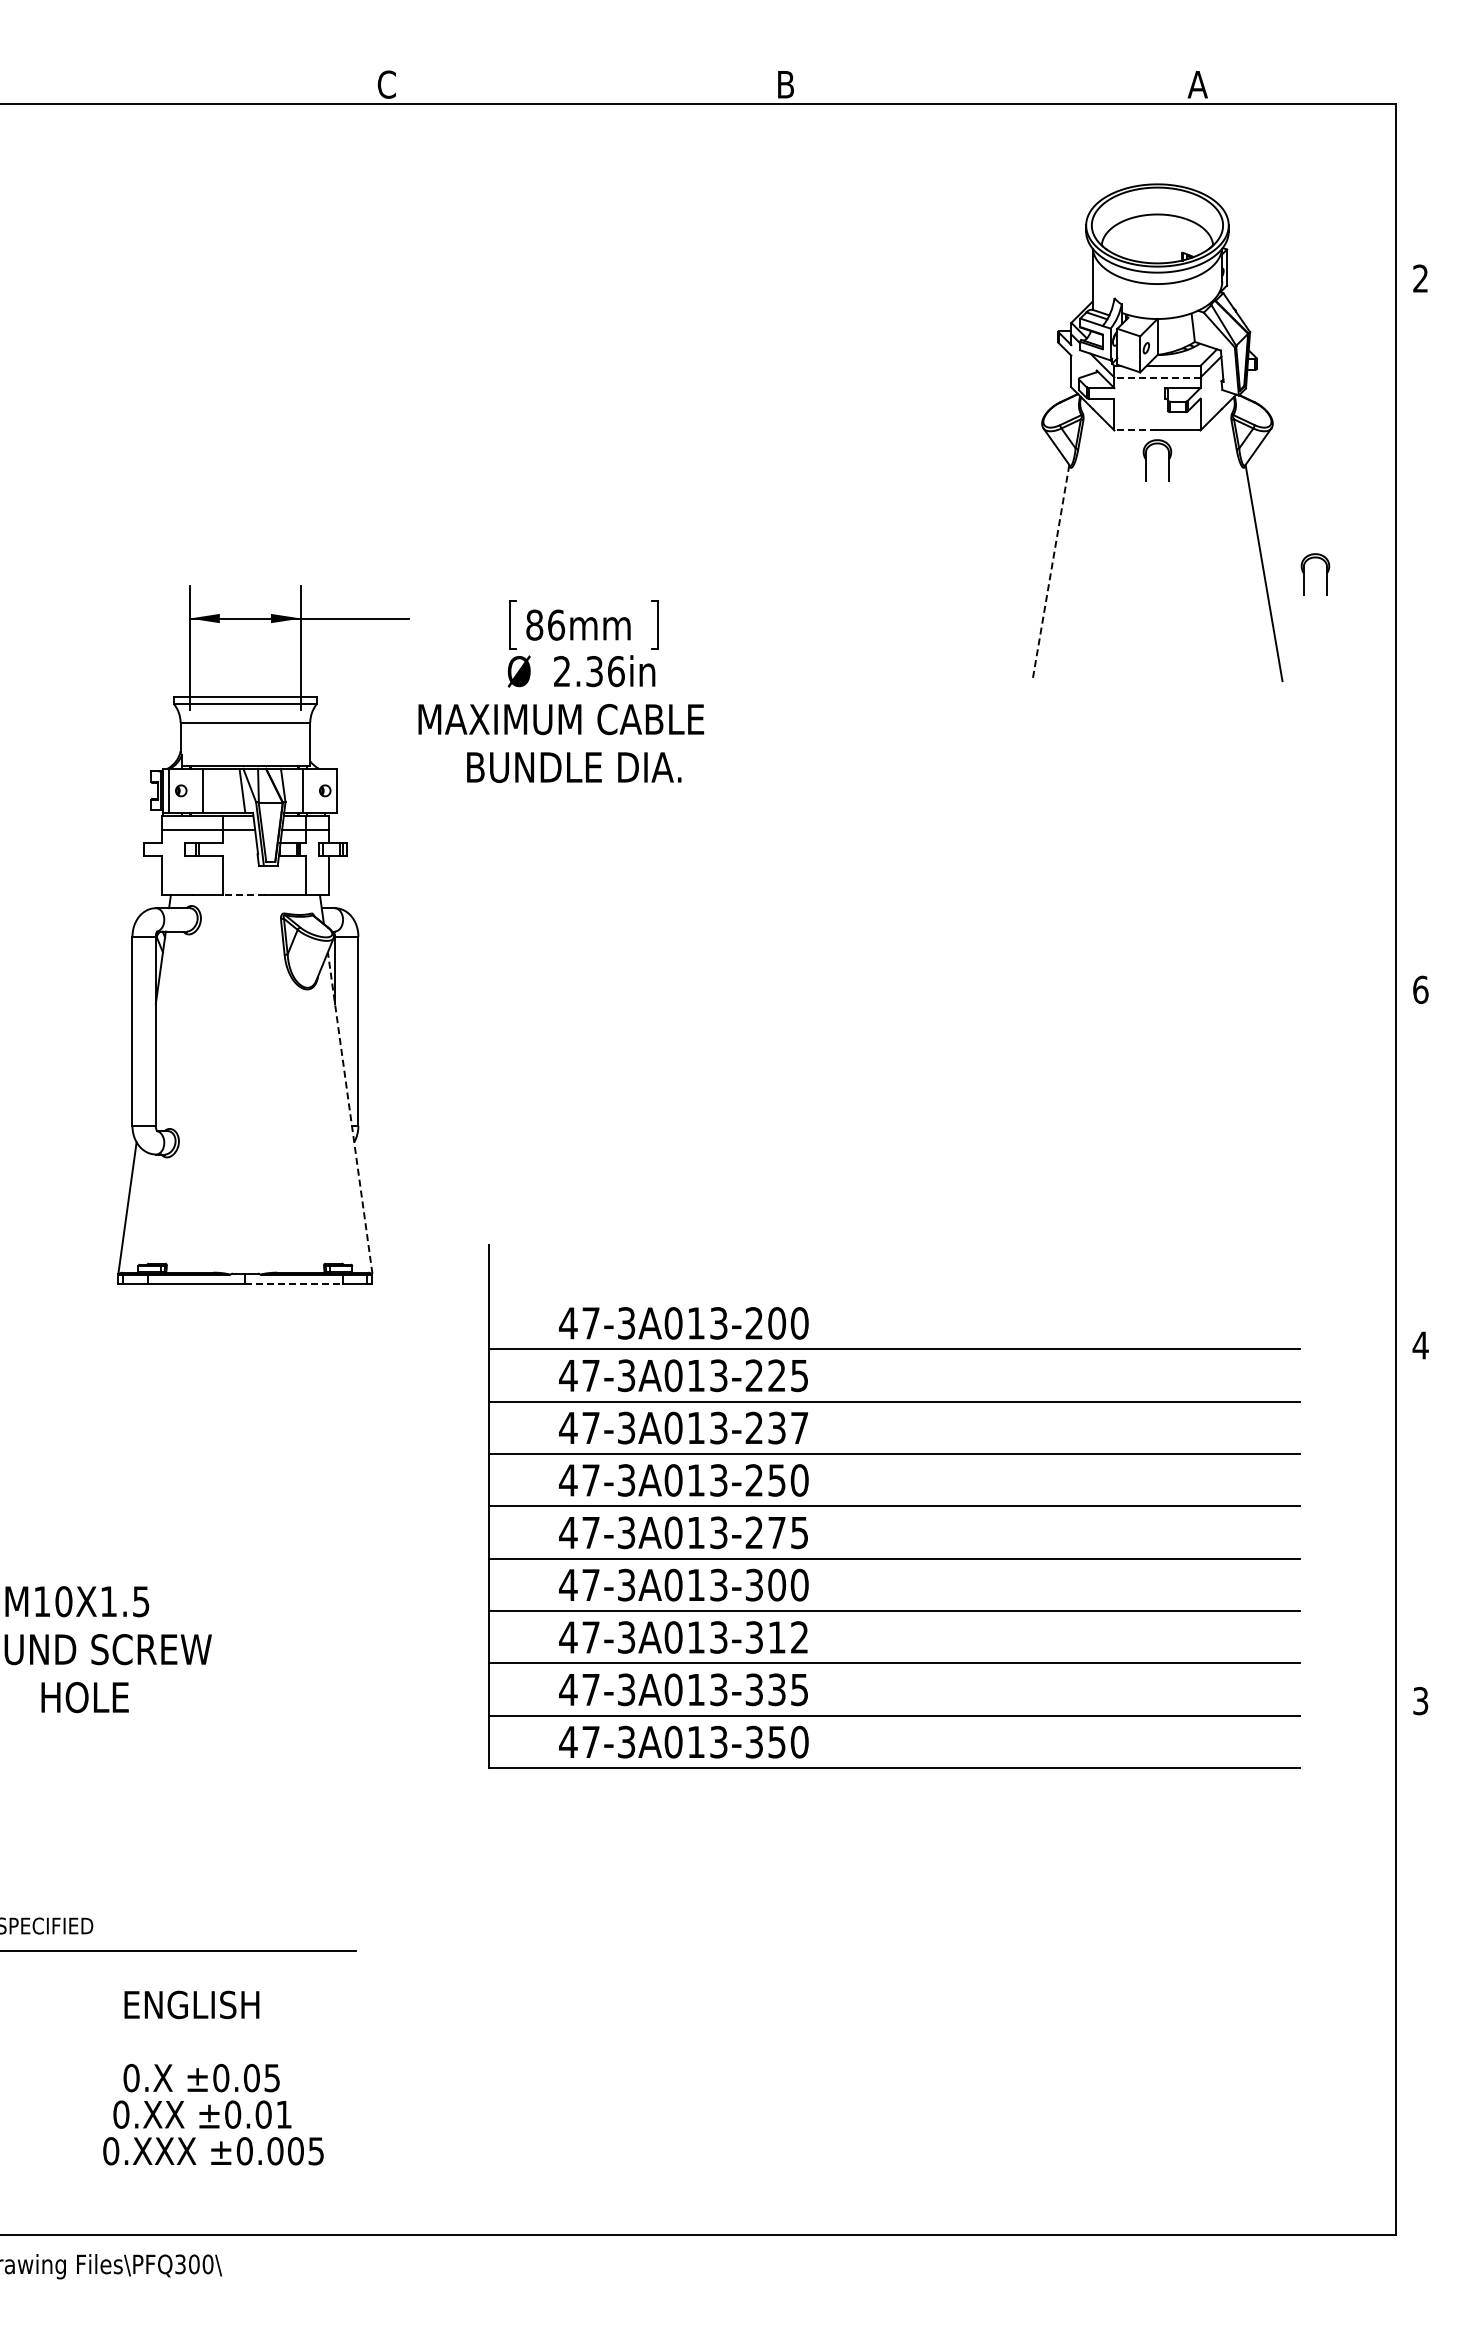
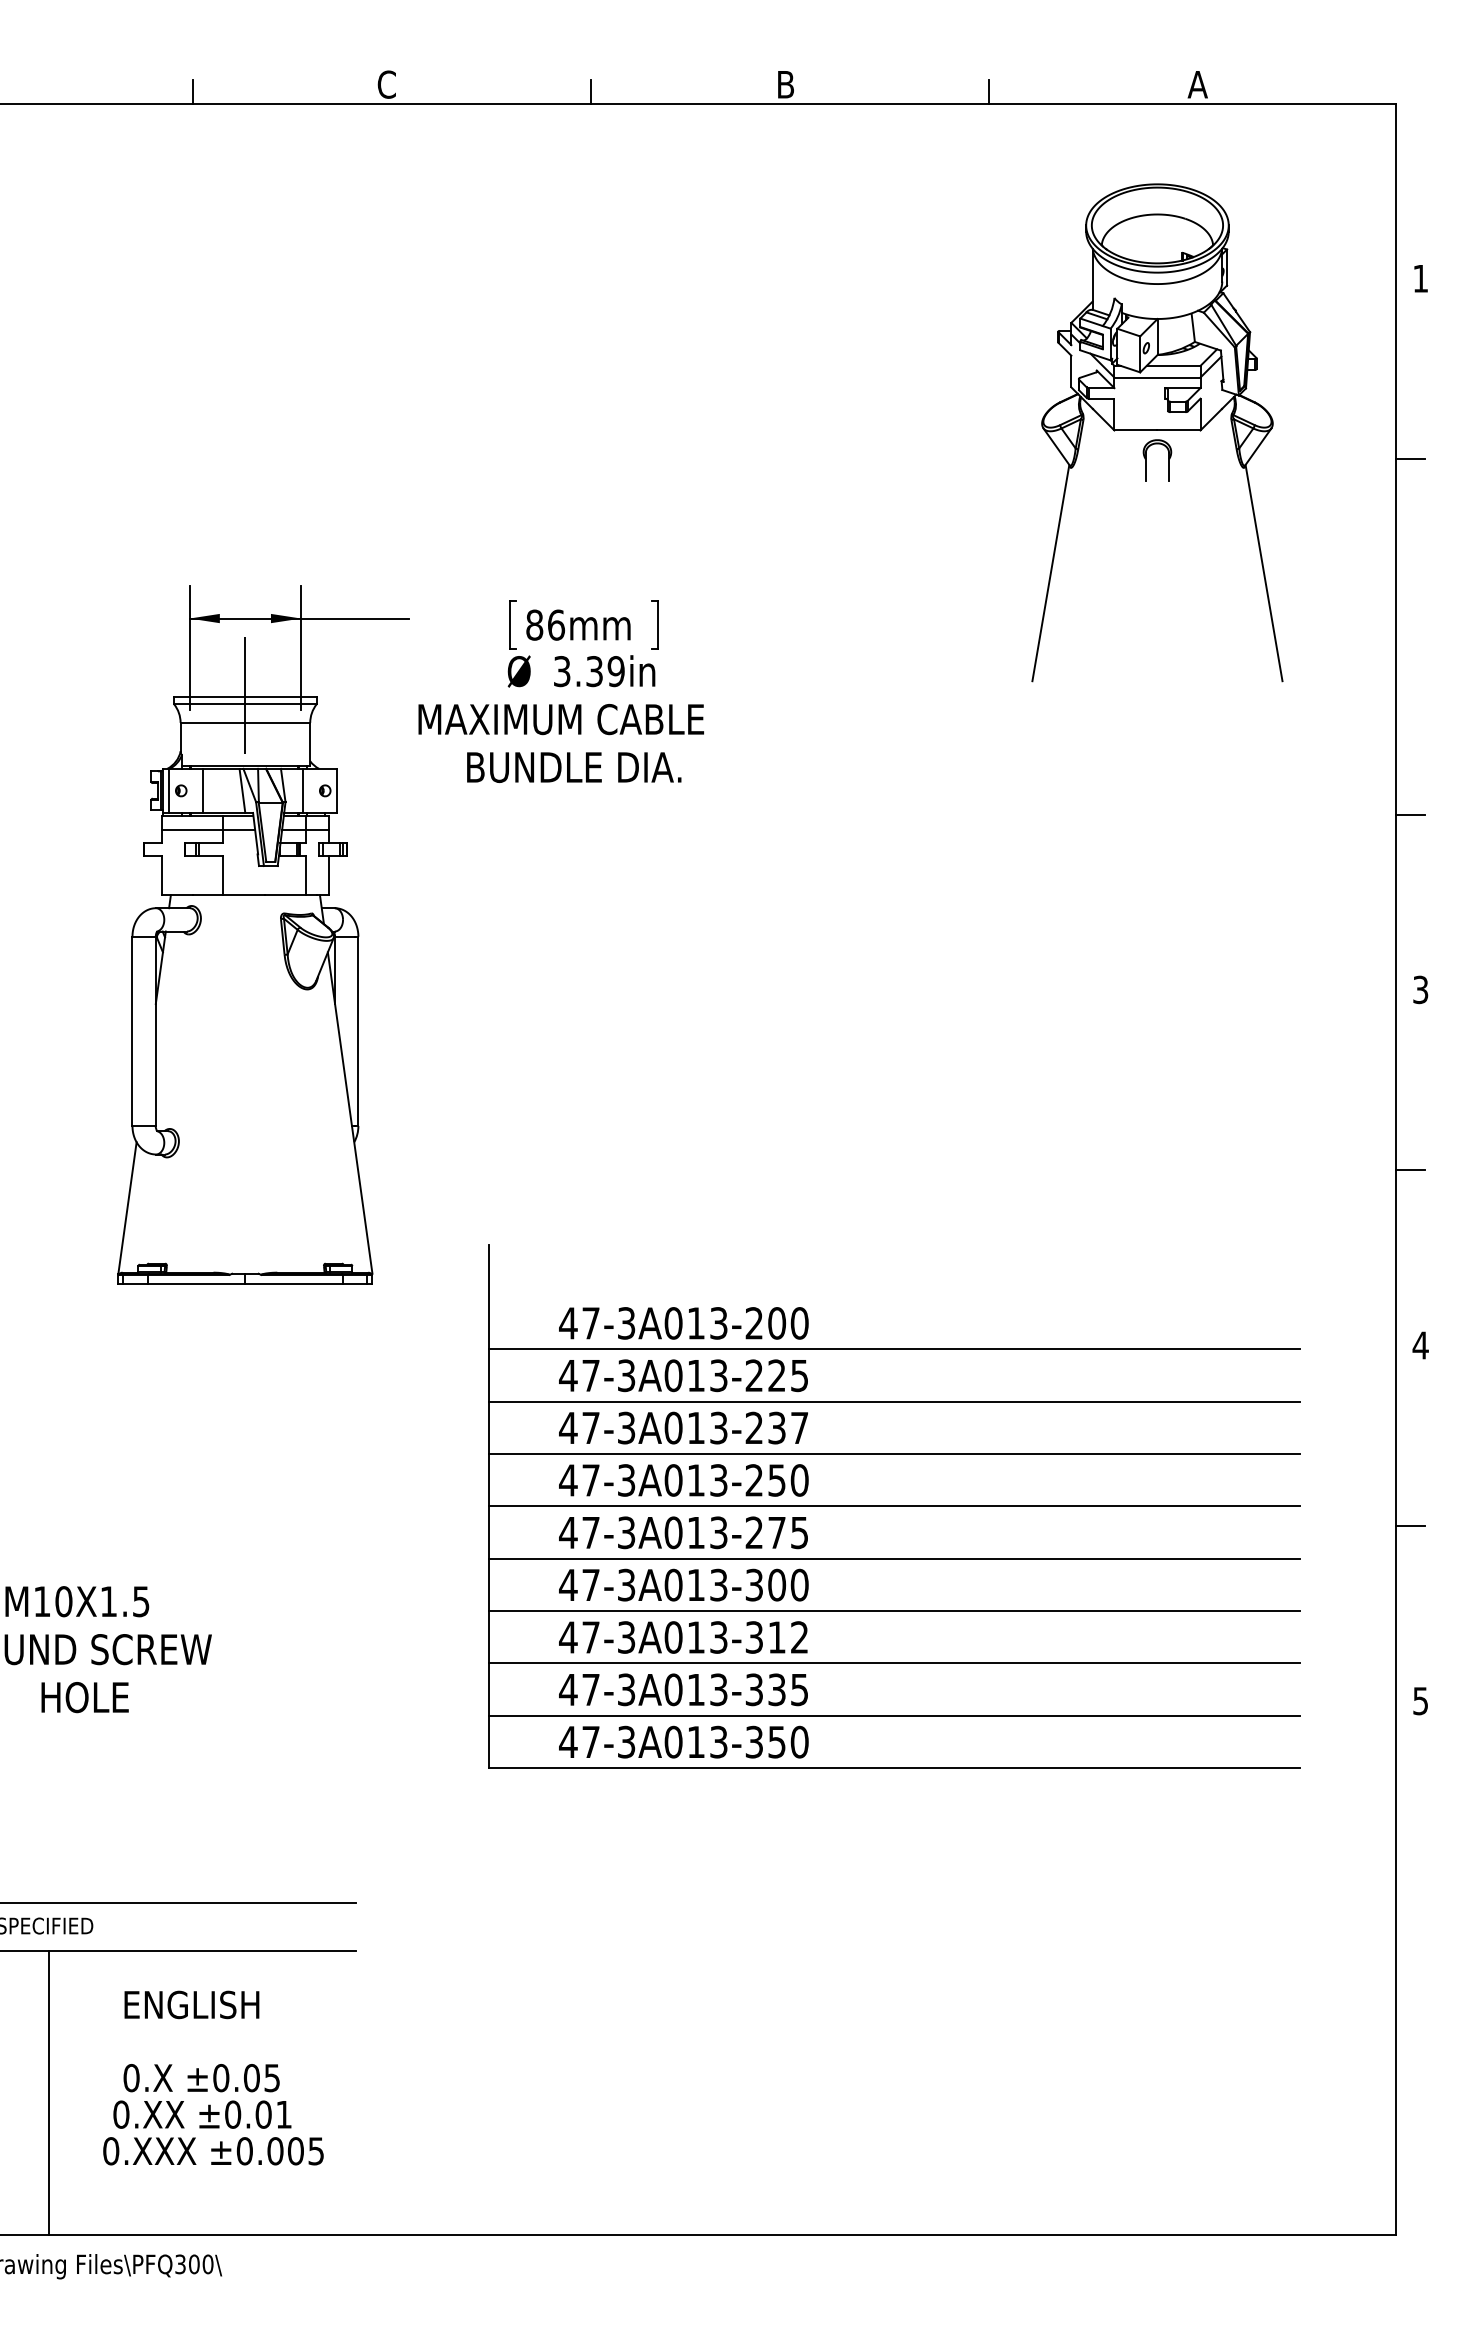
line at (193, 91): none -> present
line at (591, 91): none -> present
line at (988, 91): none -> present
text at (1420, 278): 2 -> 1
line at (1156, 377): dashed -> solid
line at (1135, 430): dashed -> solid
line at (1410, 459): none -> present
line at (1050, 573): dashed -> solid
part at (1304, 574): present -> none
text at (589, 671): 2.36in -> 3.39in
line at (245, 695): none -> present
line at (1410, 814): none -> present
line at (243, 895): dashed -> solid
text at (1420, 989): 6 -> 3
line at (350, 1112): dashed -> solid
line at (1410, 1170): none -> present
line at (293, 1284): dashed -> solid
line at (1410, 1526): none -> present
text at (1420, 1700): 3 -> 5
line at (179, 1903): none -> present
line at (49, 2092): none -> present
